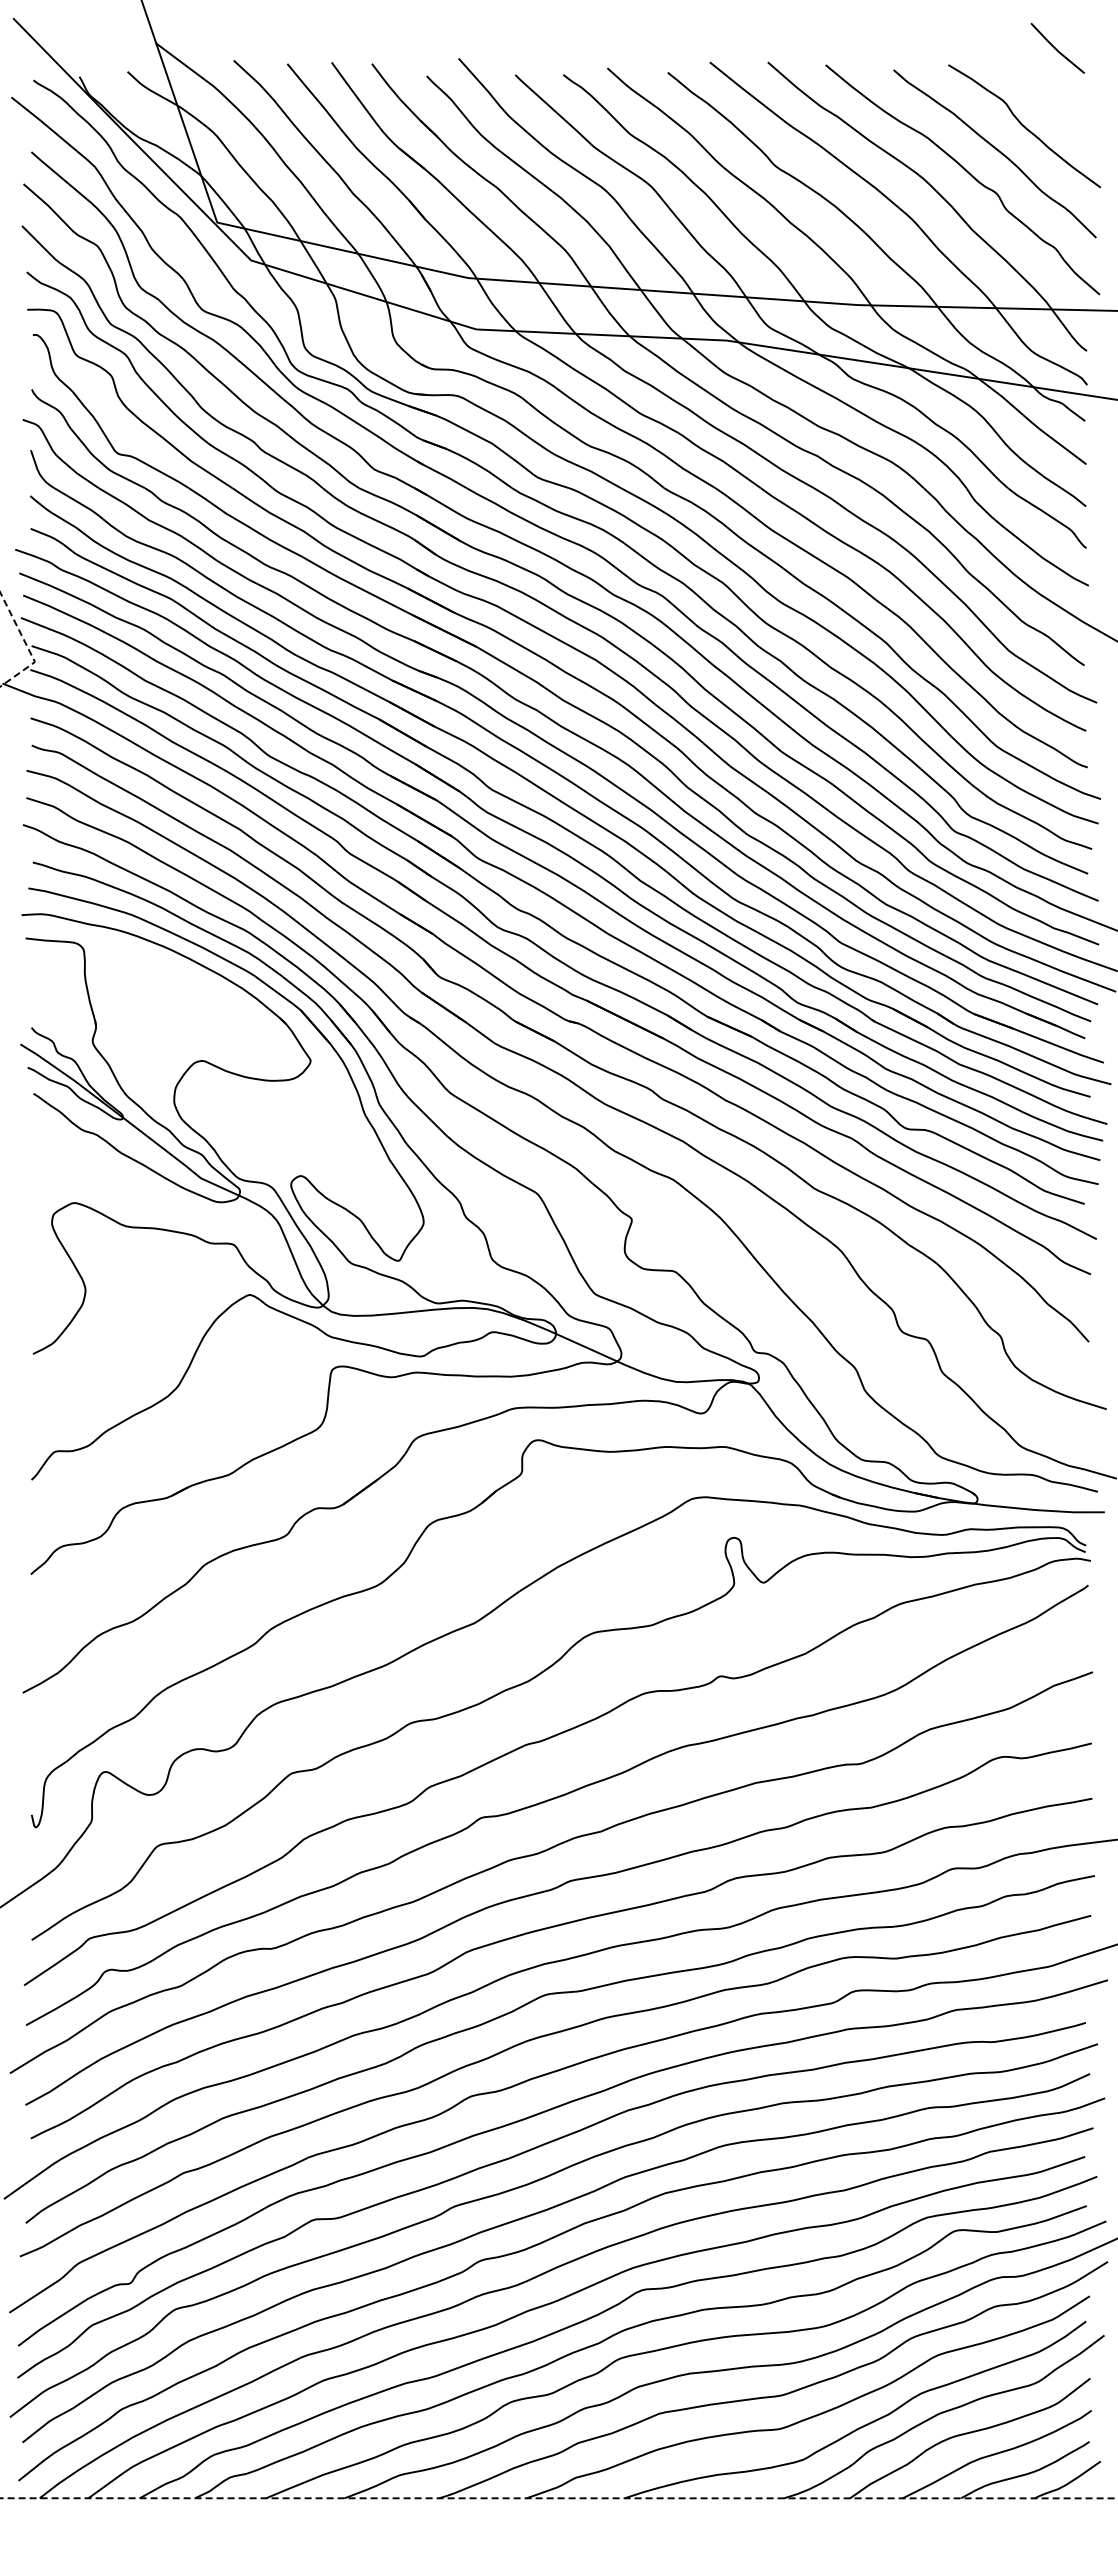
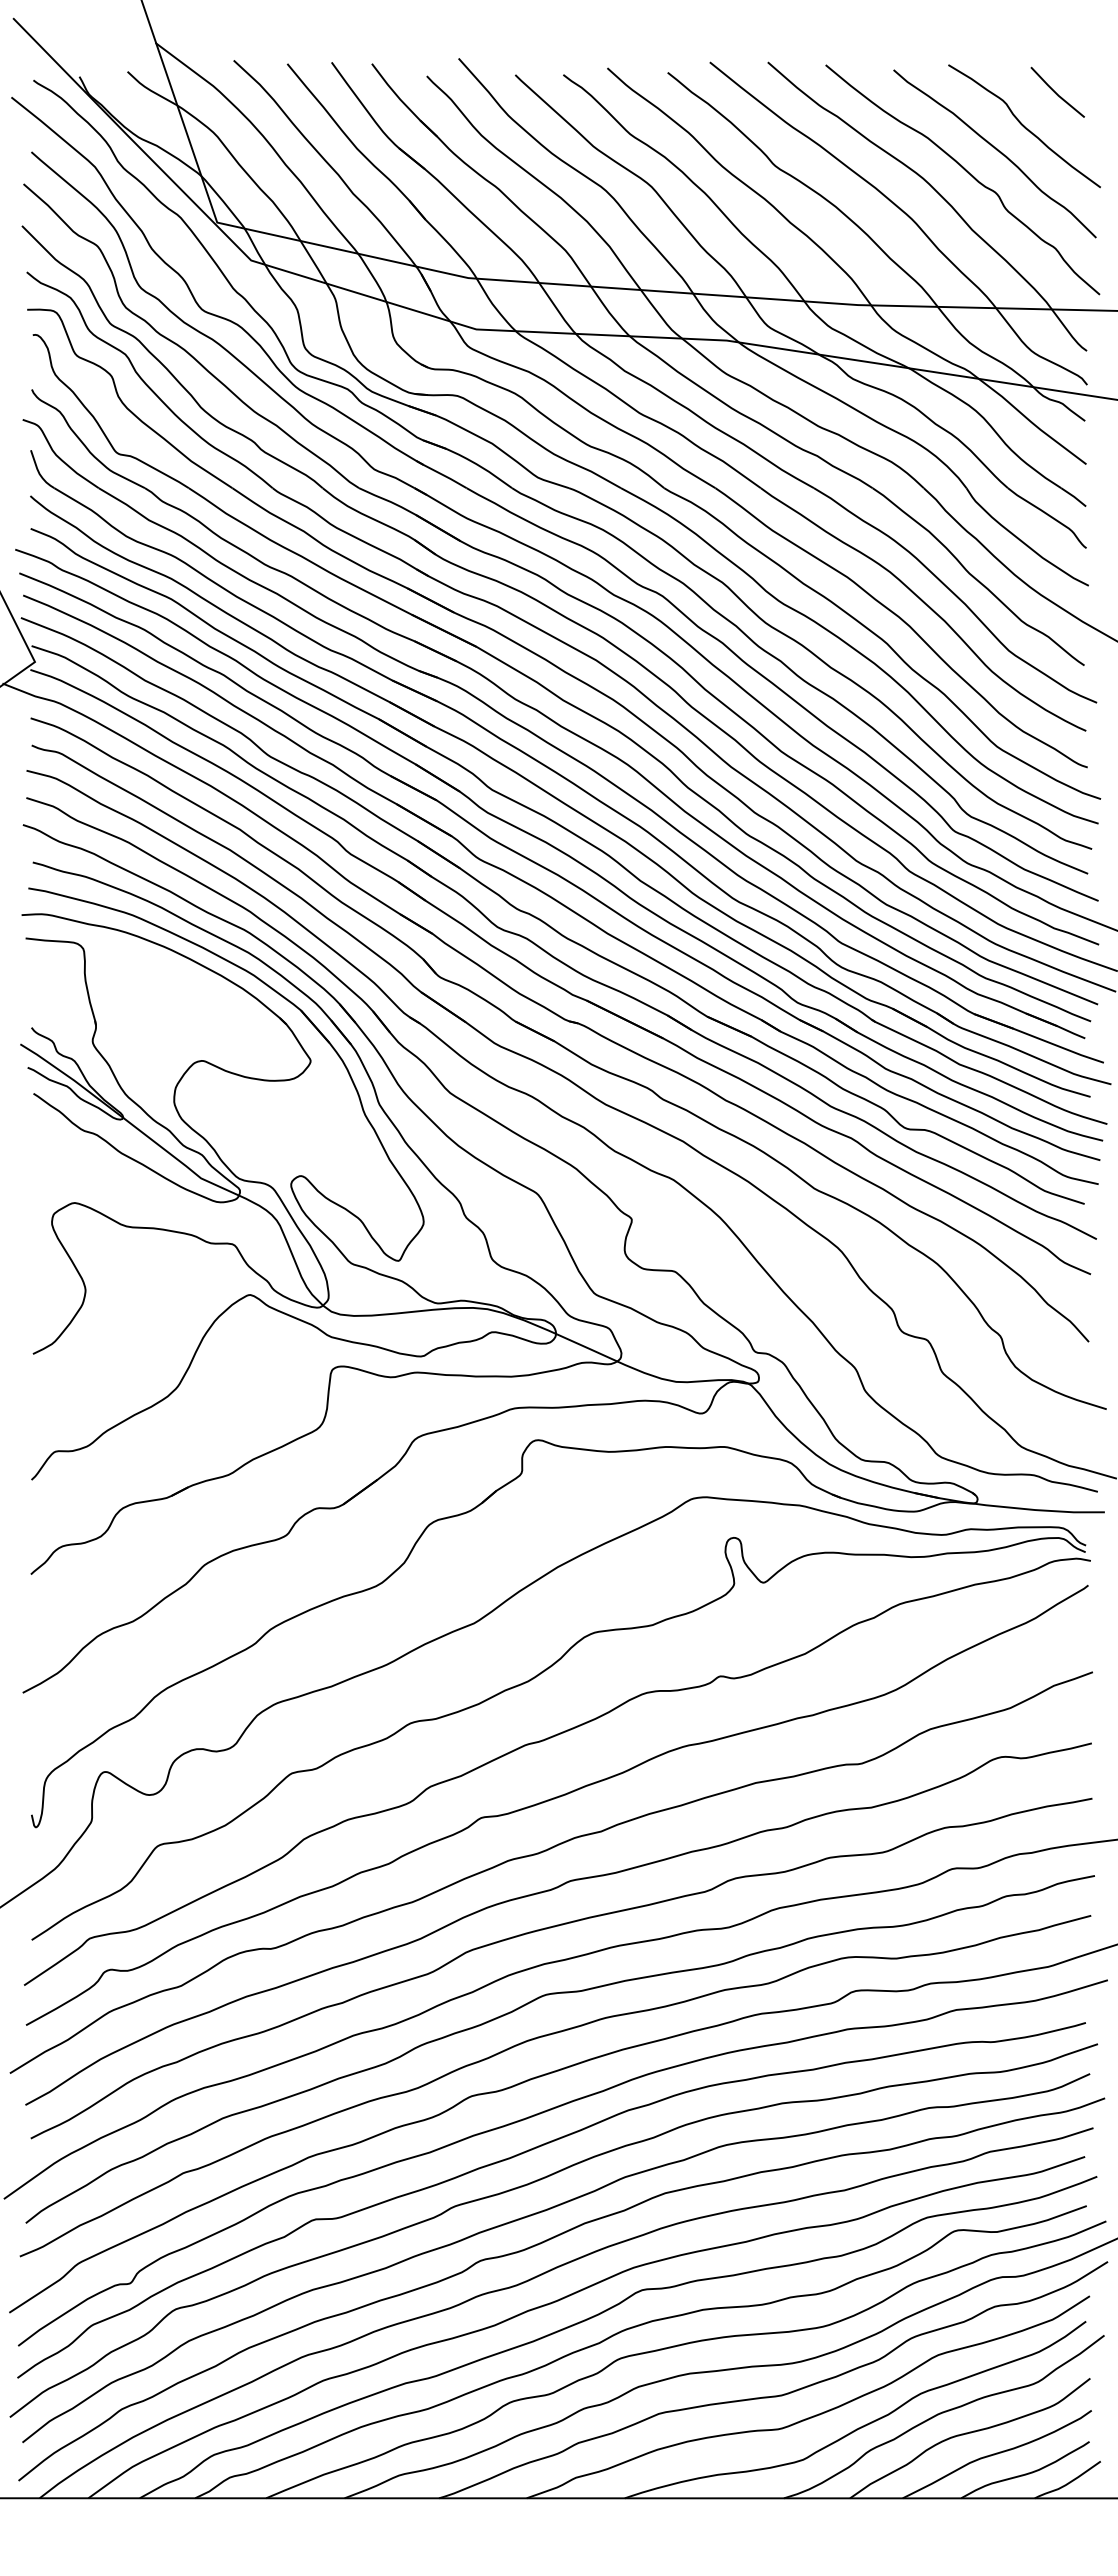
line at (1056, 48) position: (1056, 48) -> (1056, 92)
line at (27, 646): dashed -> solid
line at (558, 2498): dashed -> solid
